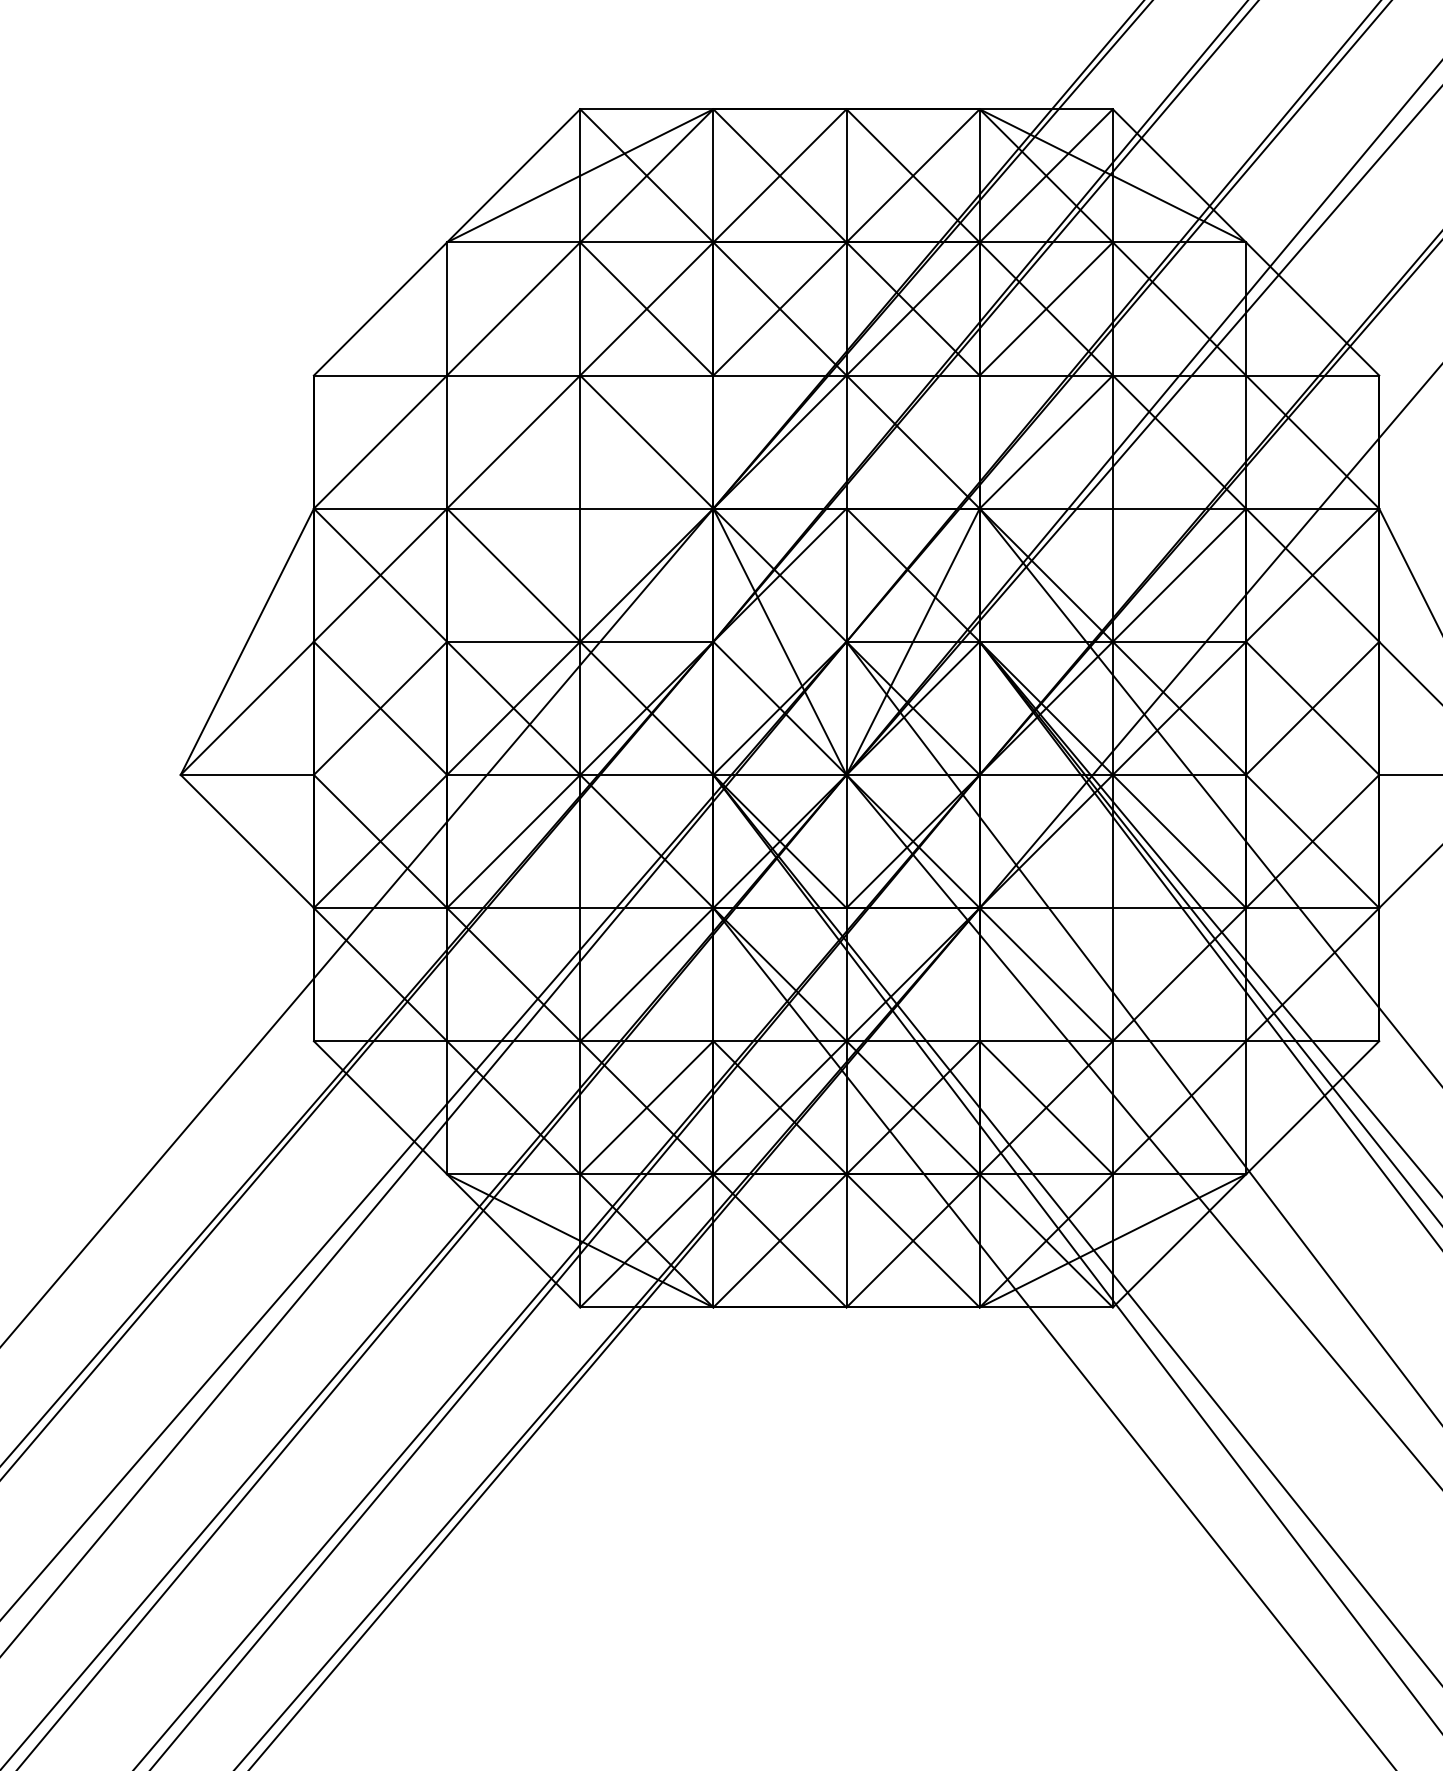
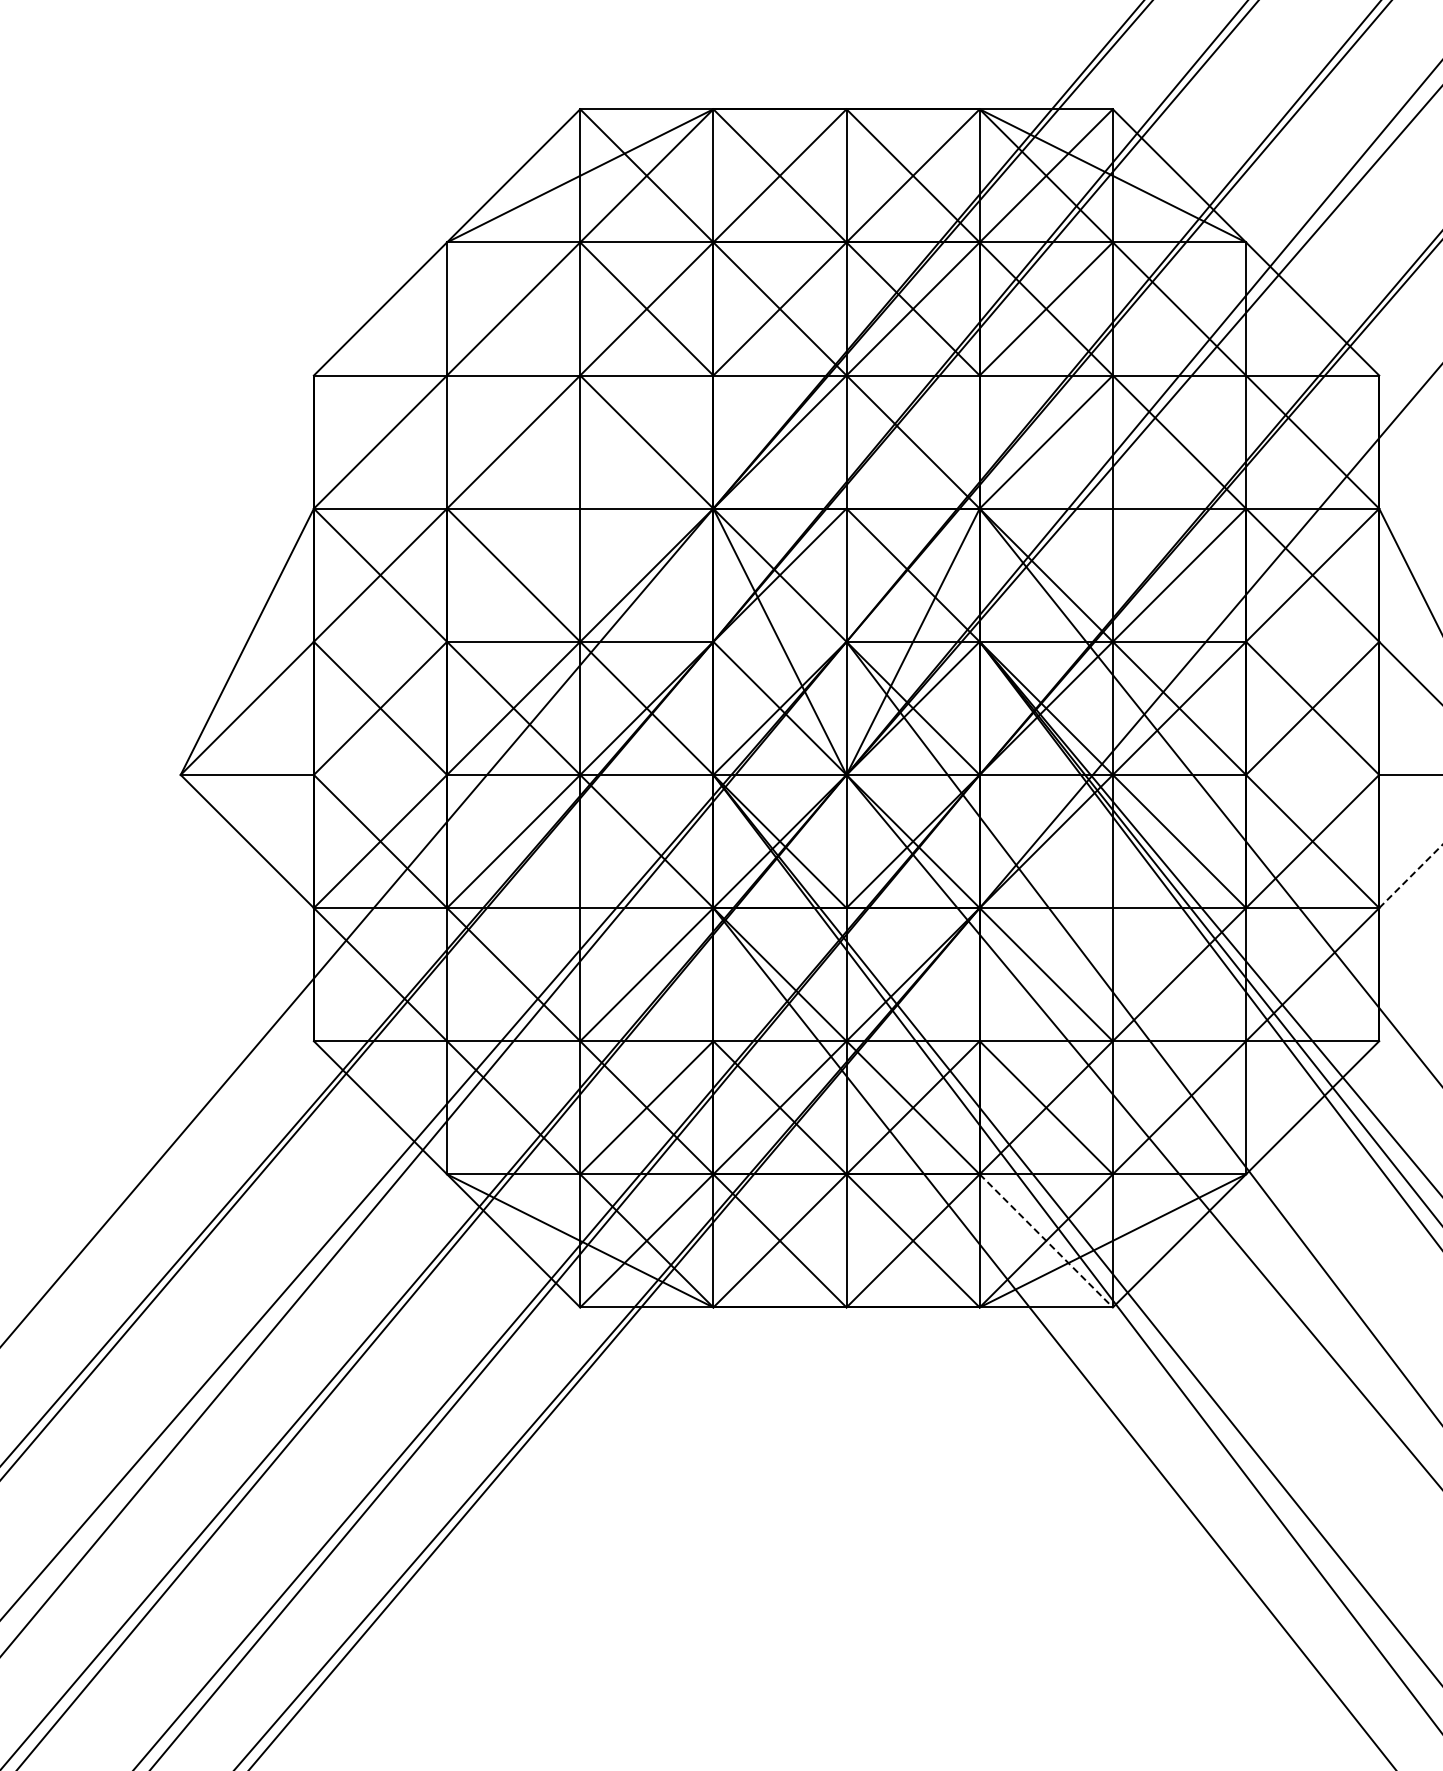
line at (1410, 876): solid -> dashed
line at (1046, 1241): solid -> dashed
